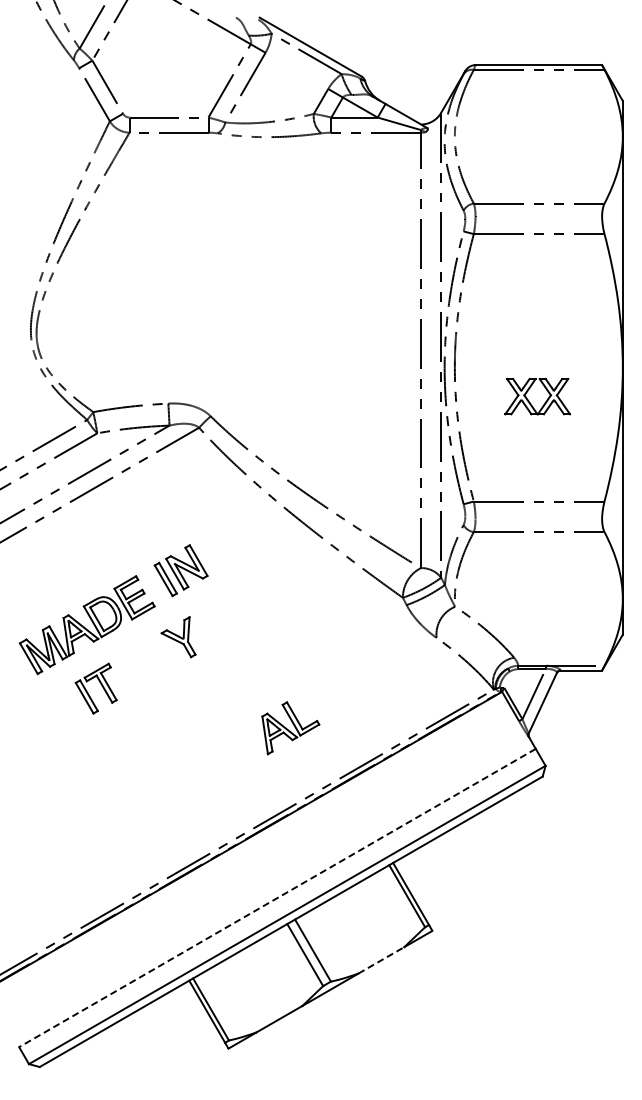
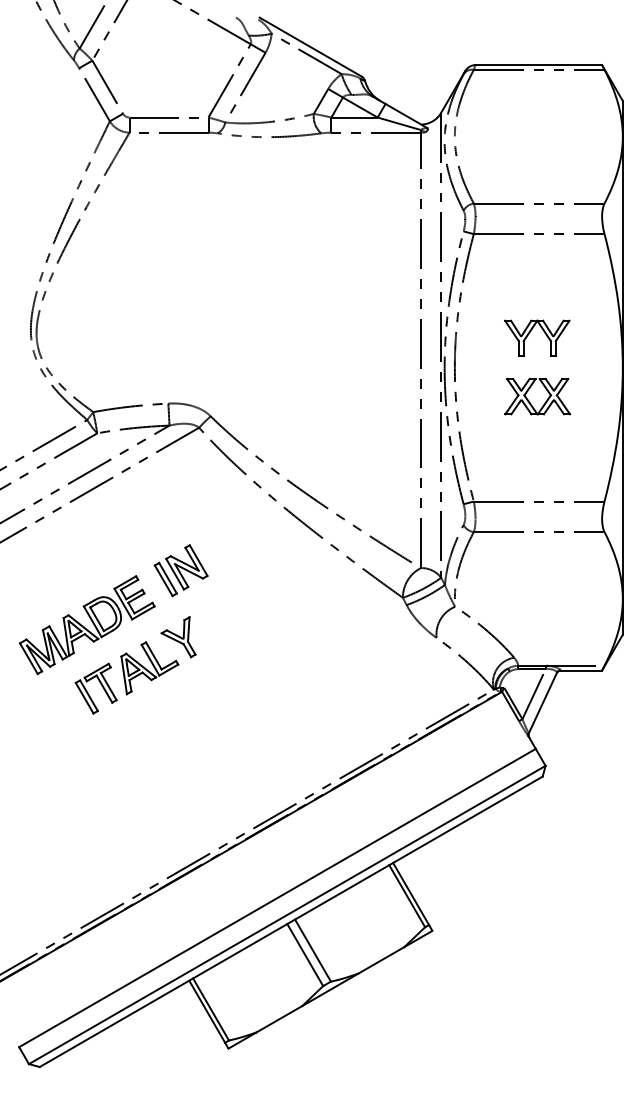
part at (544, 333): none -> present
part at (290, 728) position: (290, 728) -> (149, 668)
line at (277, 898): dashed -> solid
line at (381, 960): dashed -> solid
